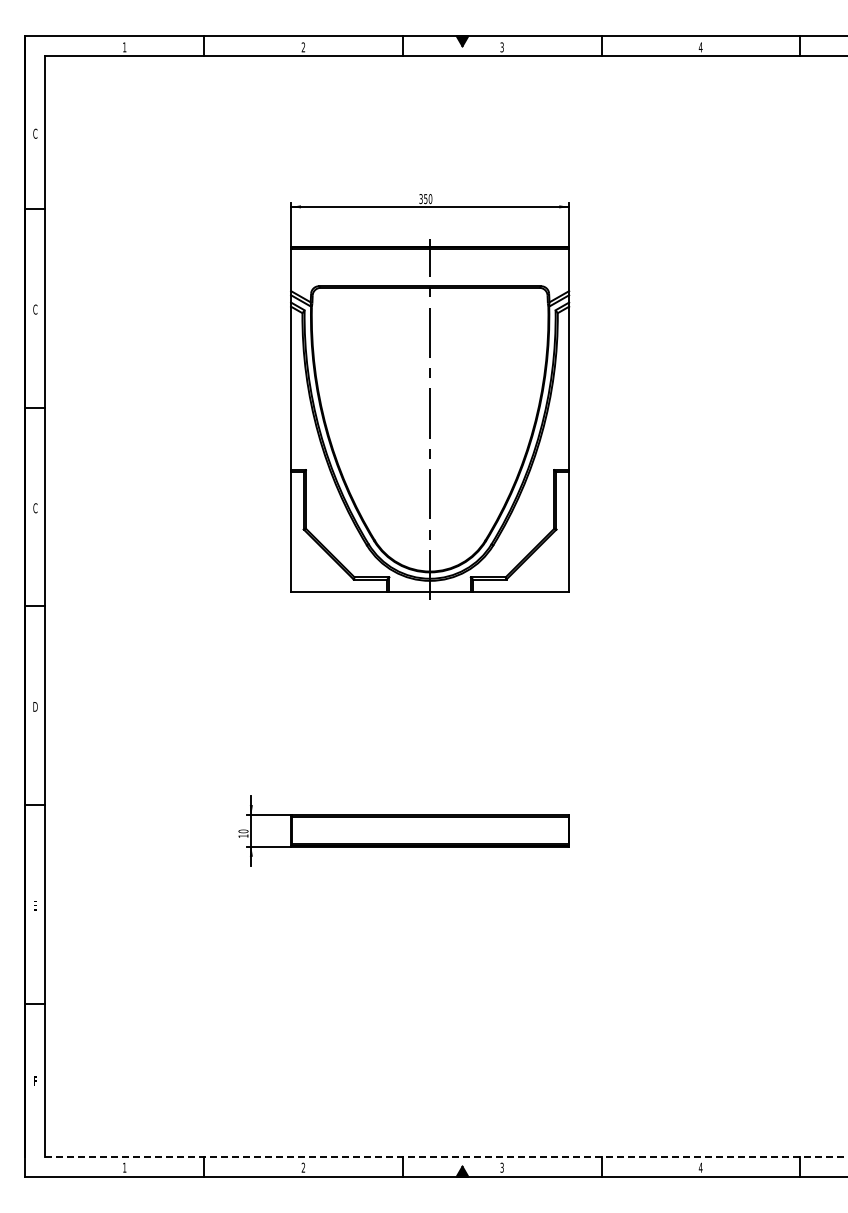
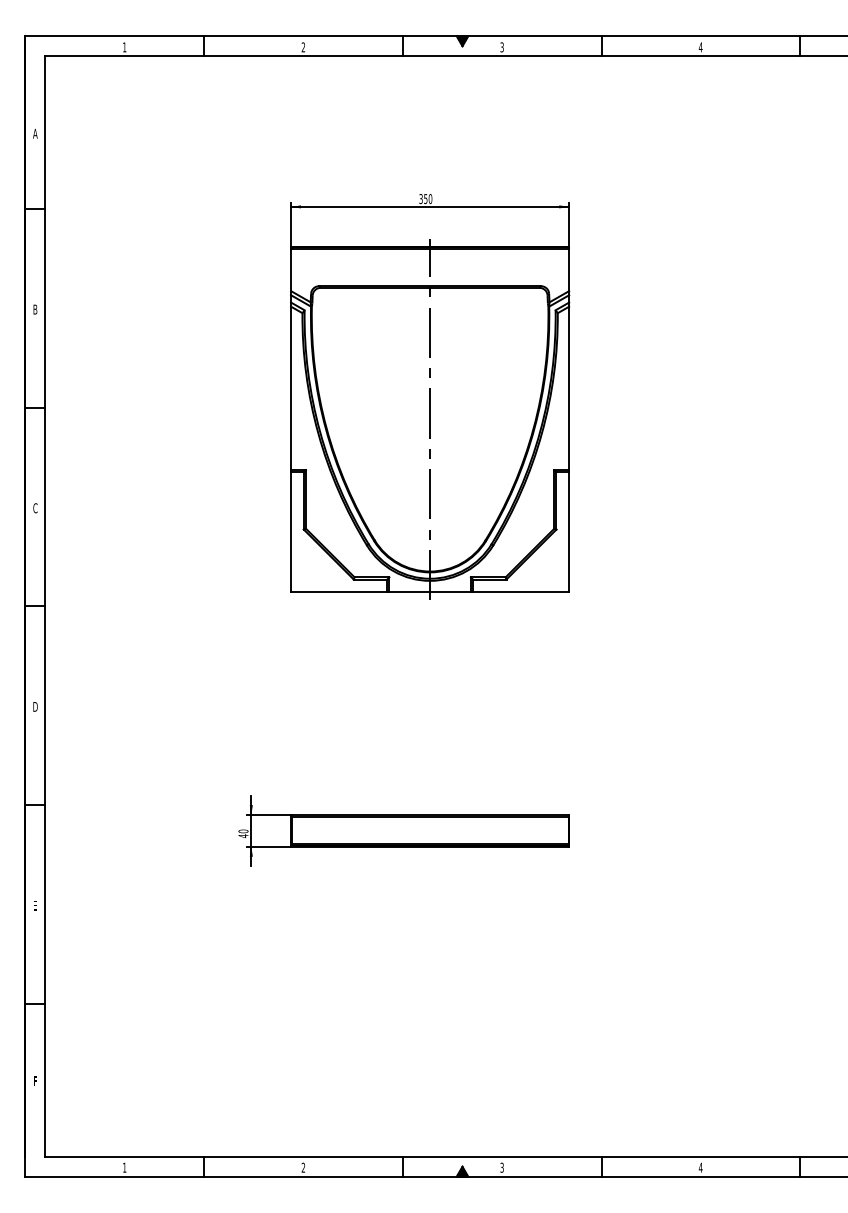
text at (35, 133): C -> A
text at (35, 309): C -> B
text at (243, 836): 10 -> 40
line at (446, 1156): dashed -> solid
